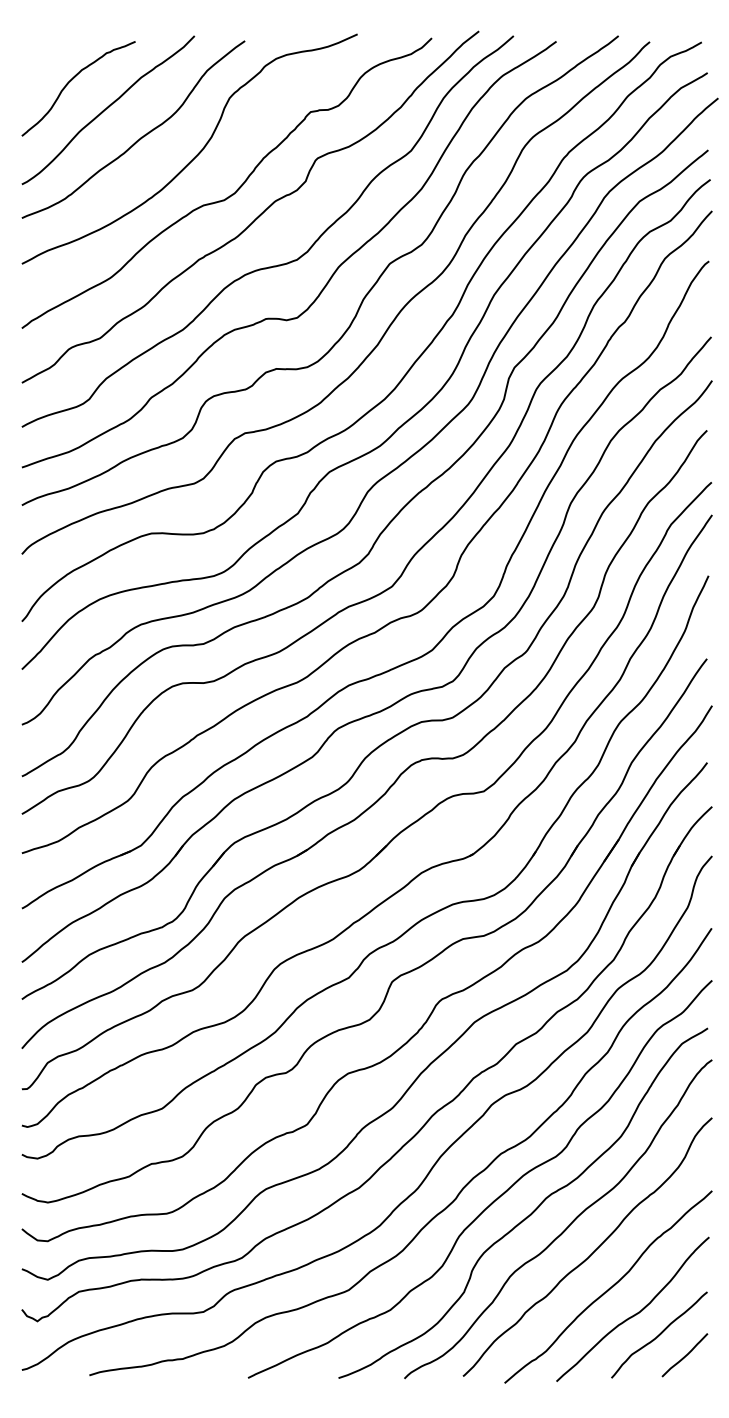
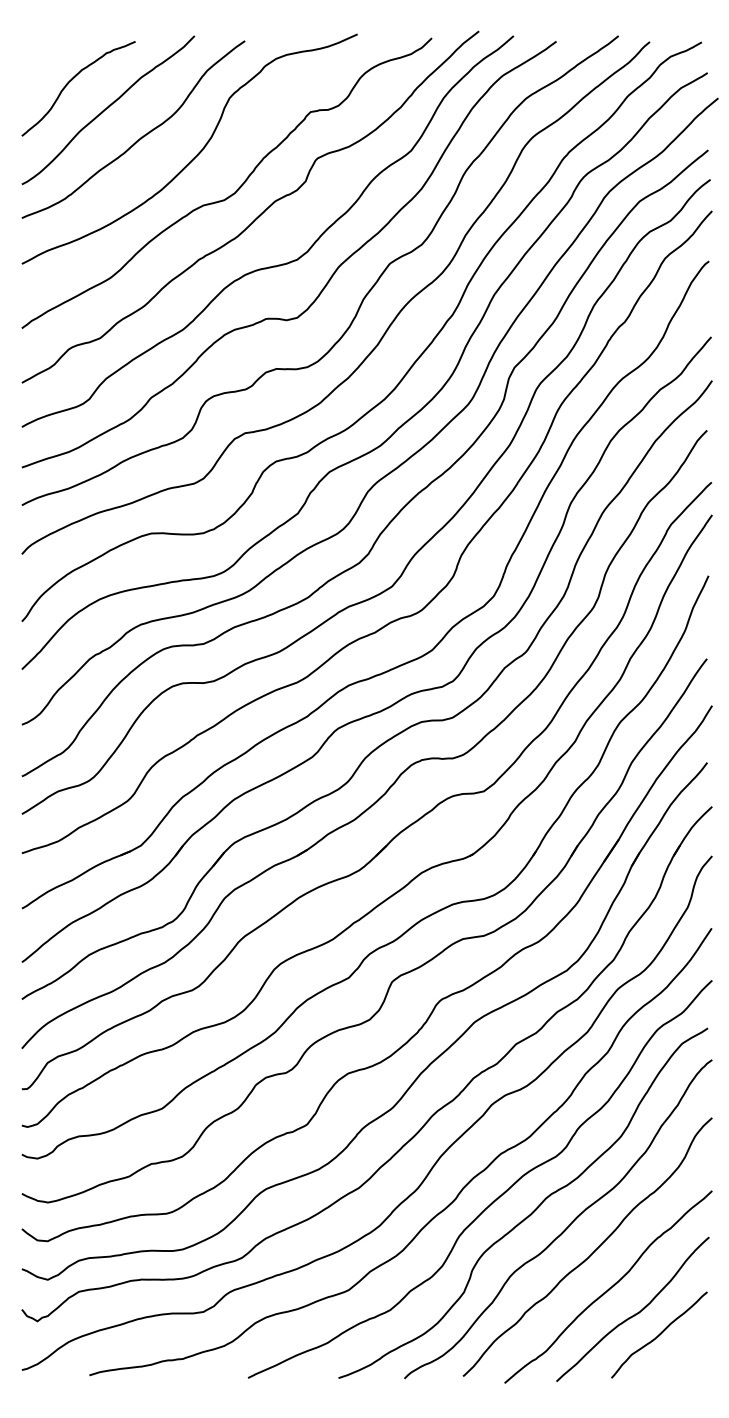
curve at (684, 1355): present -> none
